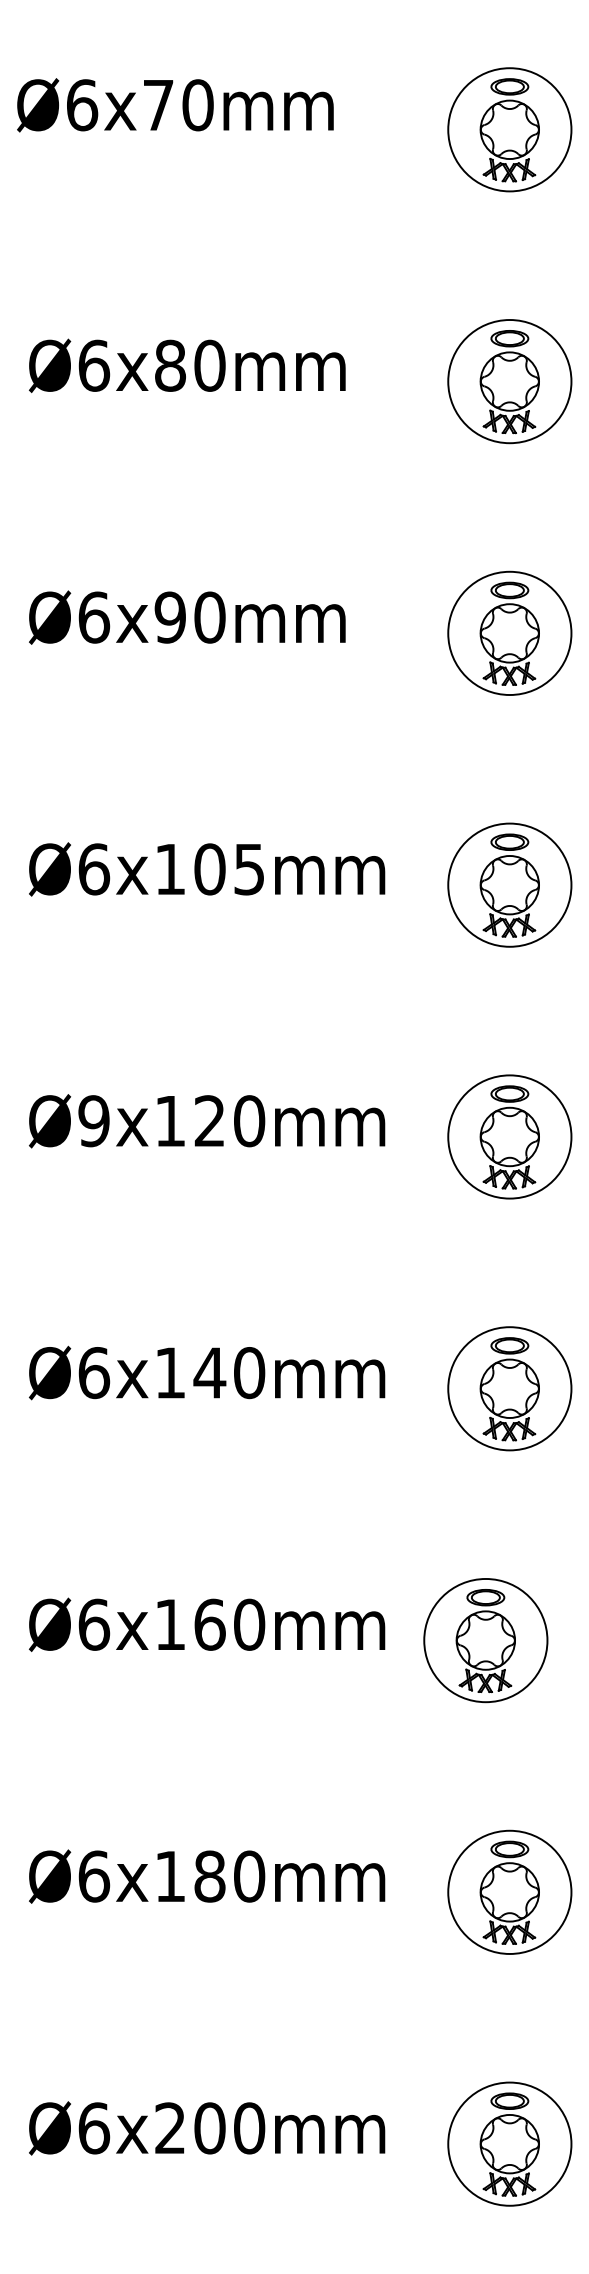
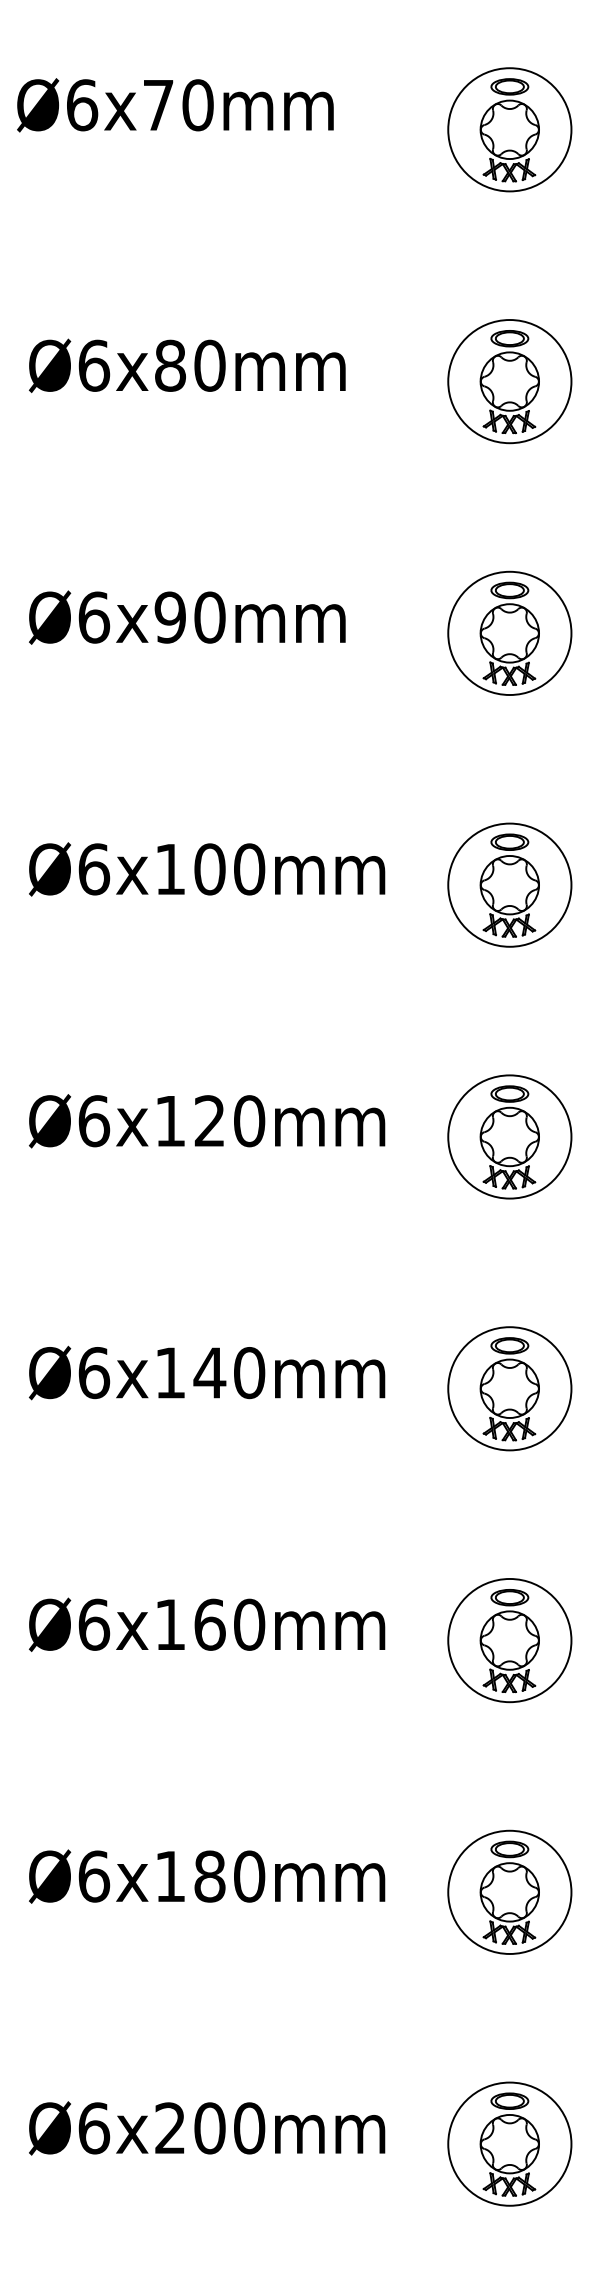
text at (249, 869): Ø6x105mm -> Ø6x100mm
text at (94, 1121): Ø9x120mm -> Ø6x120mm
part at (485, 1640) position: (485, 1640) -> (509, 1640)
